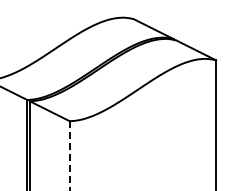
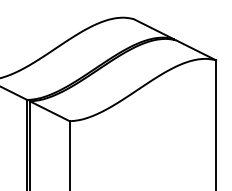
line at (69, 156): dashed -> solid
